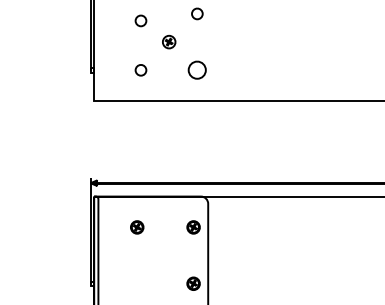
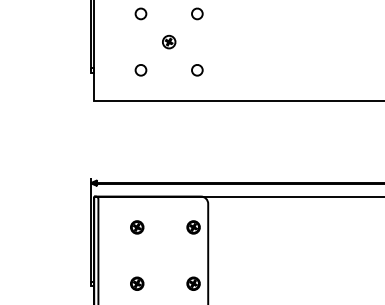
part at (140, 20) position: (140, 20) -> (140, 13)
part at (196, 69) size: 20x20 px -> 13x13 px
part at (137, 283): none -> present
